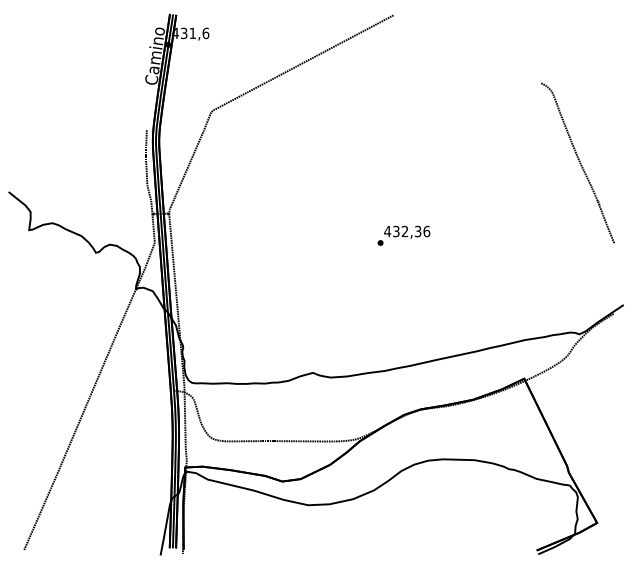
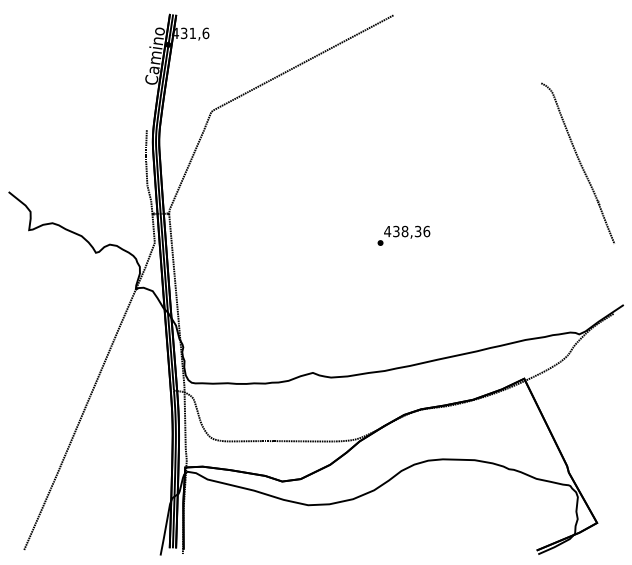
text at (404, 231): 432,36 -> 438,36
